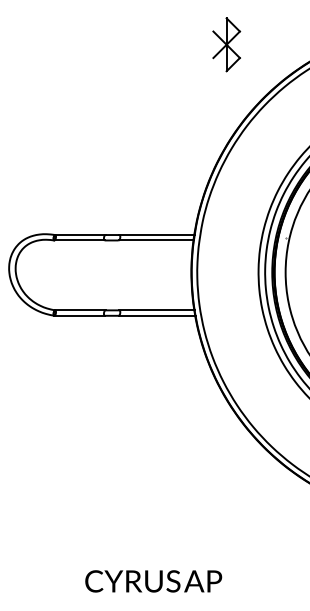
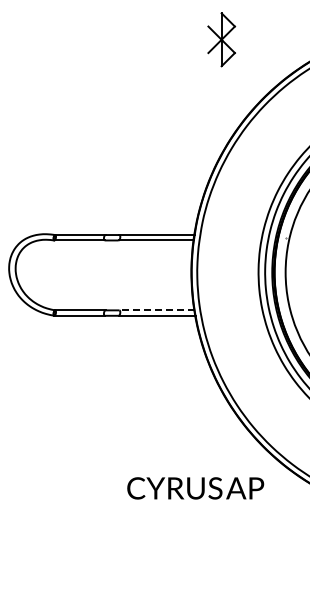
part at (226, 44) position: (226, 44) -> (221, 39)
line at (157, 310): solid -> dashed
text at (153, 581) position: (153, 581) -> (195, 488)
